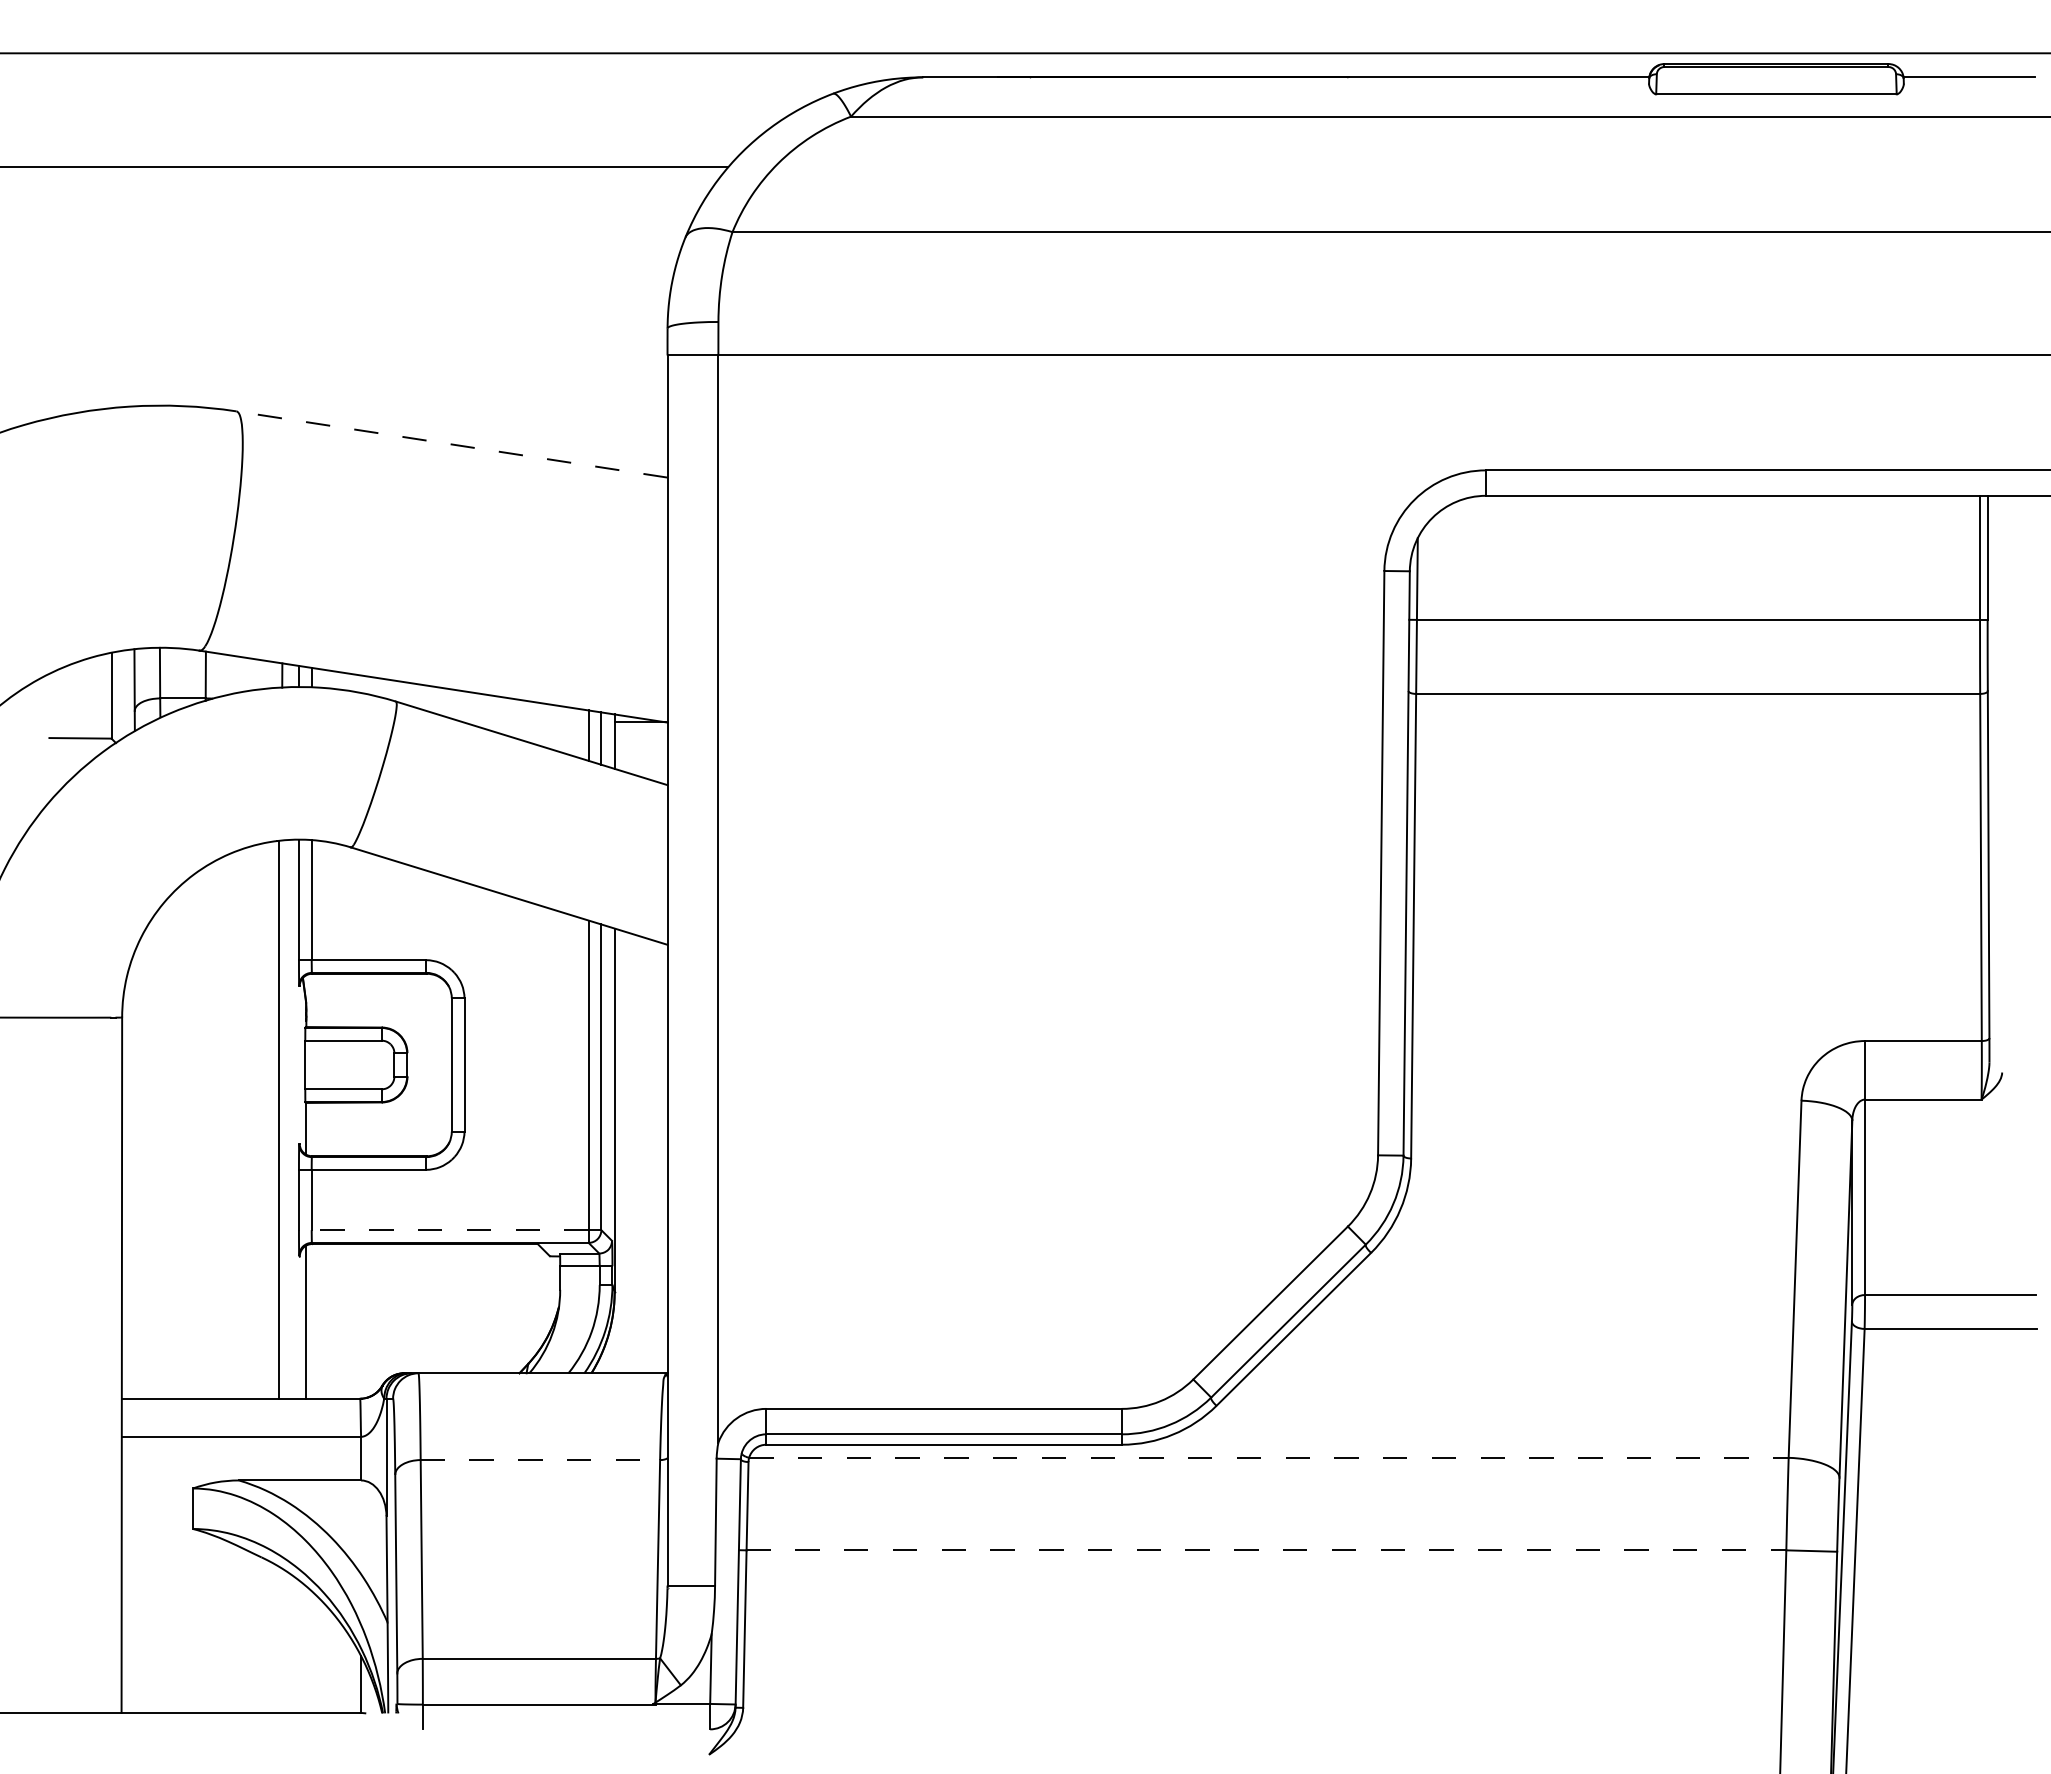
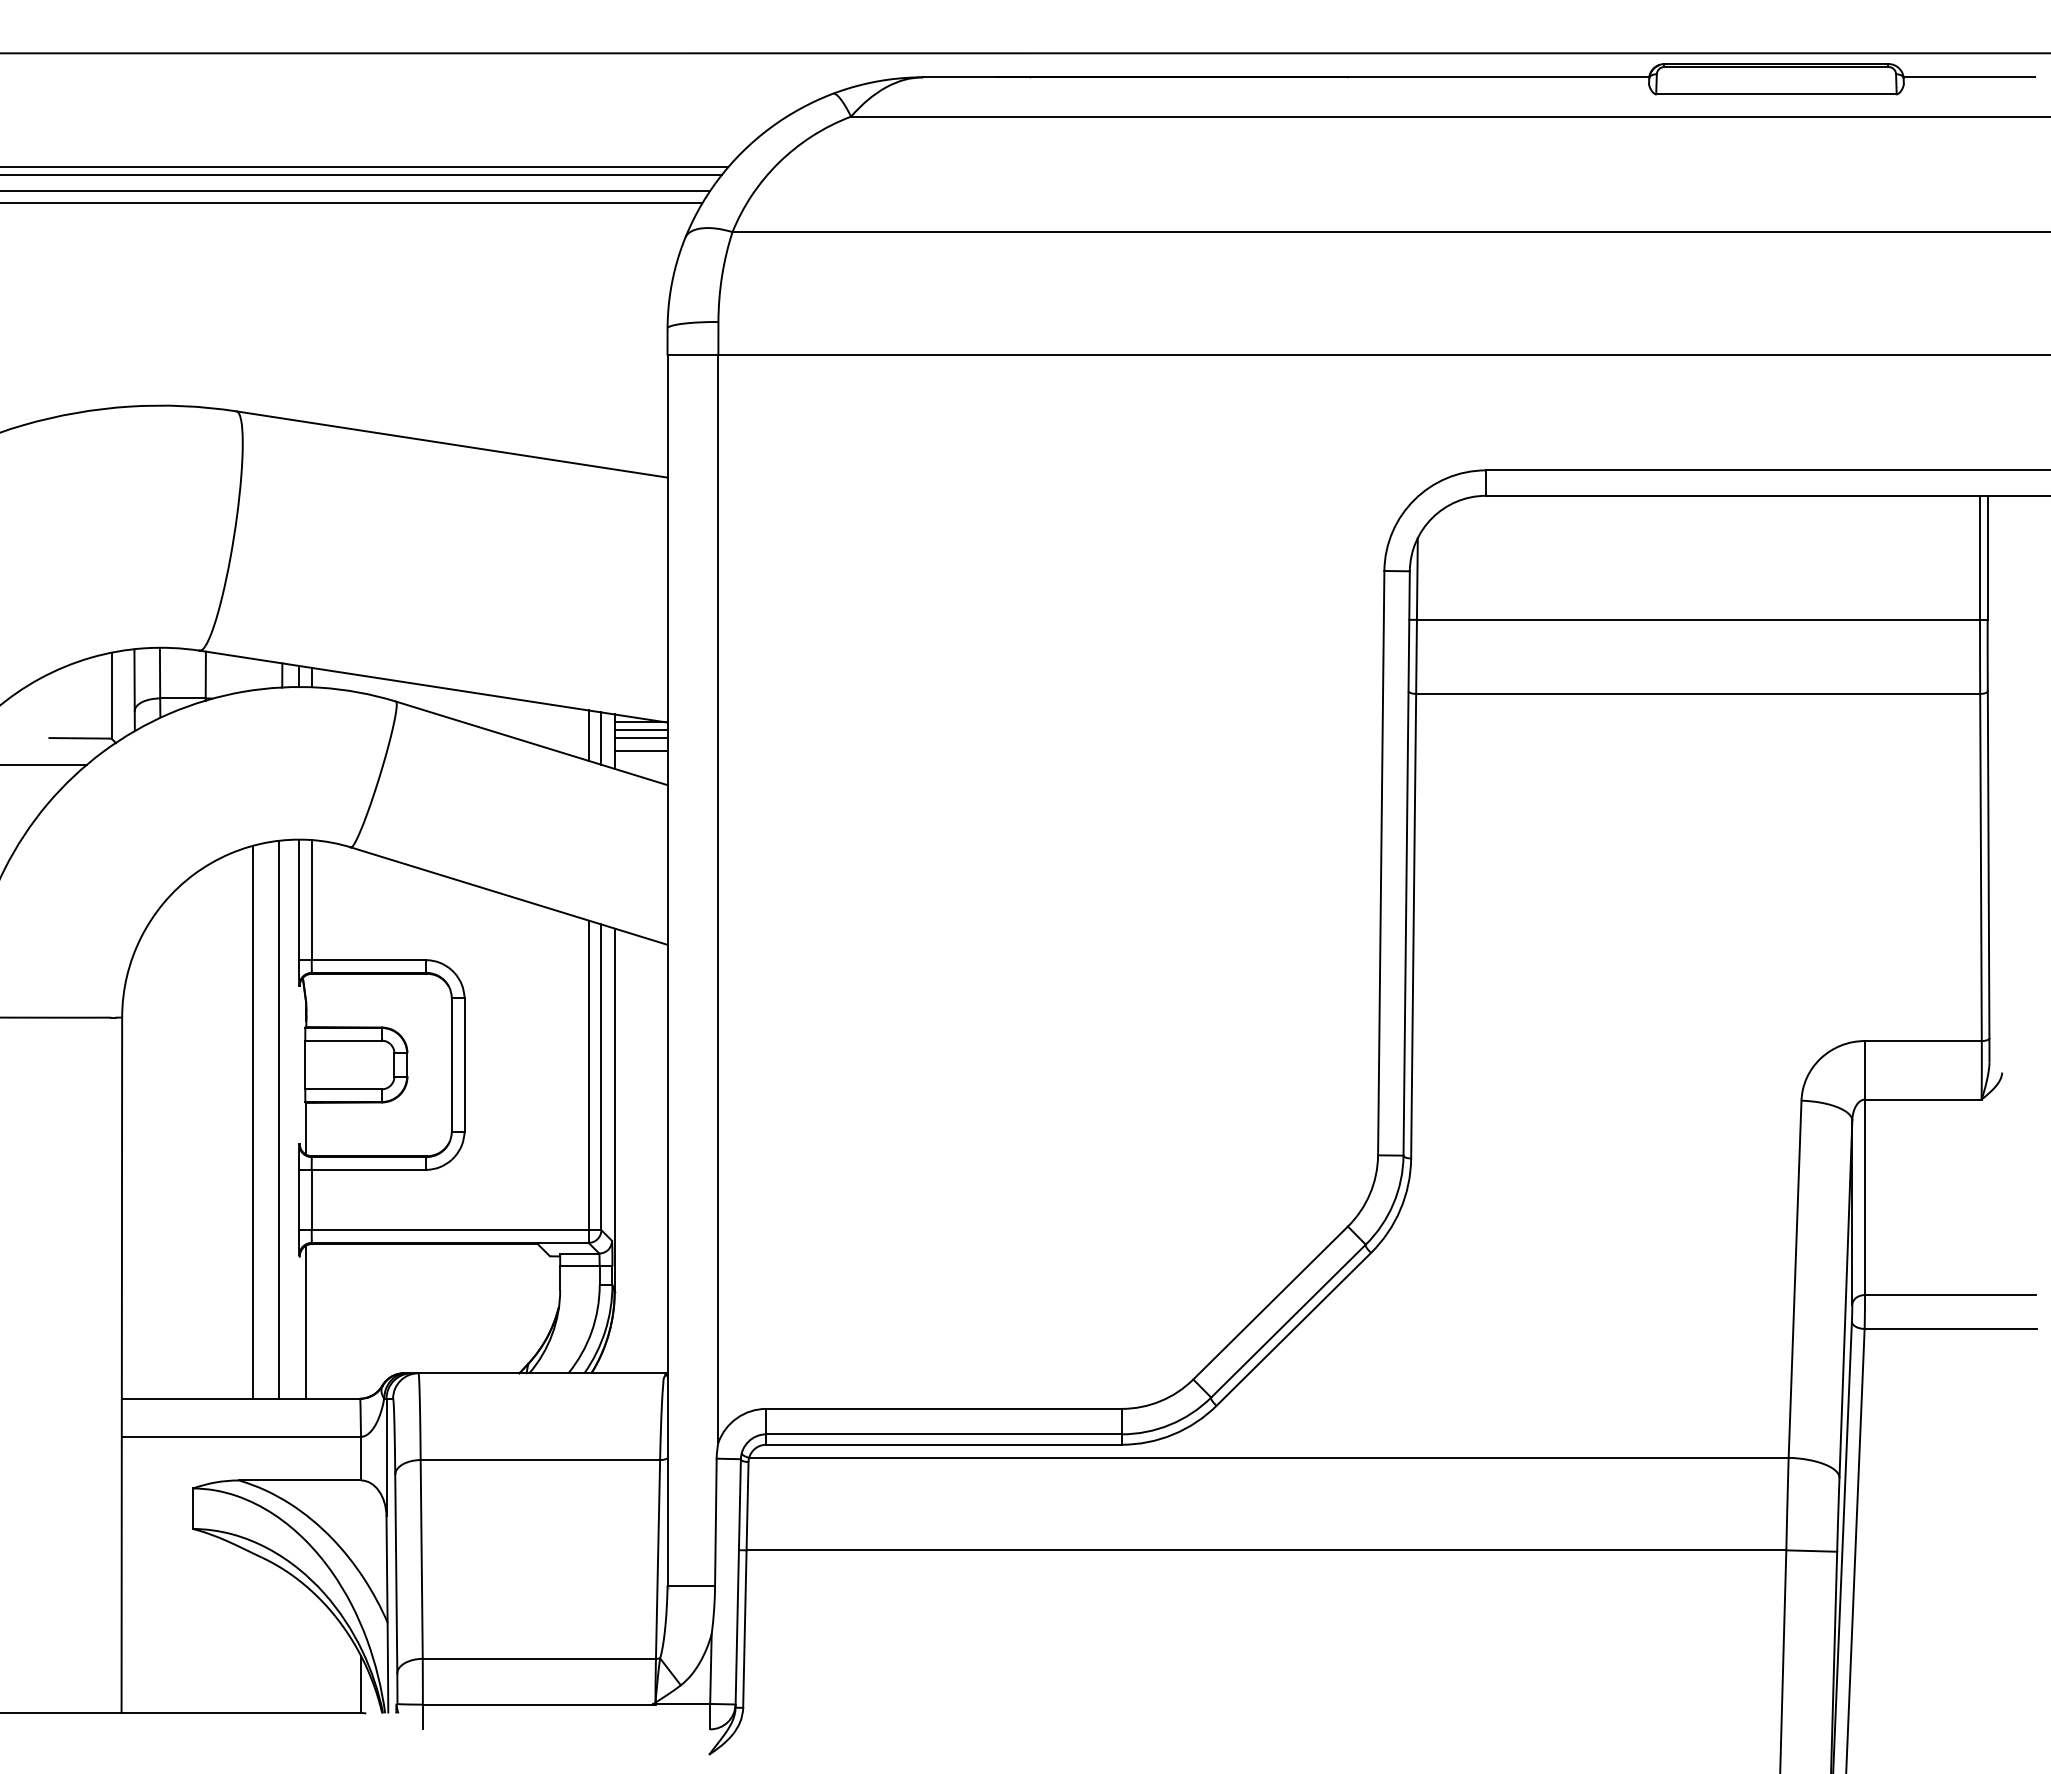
line at (362, 174): none -> present
line at (356, 190): none -> present
line at (352, 203): none -> present
line at (451, 444): dashed -> solid
line at (640, 729): none -> present
line at (640, 738): none -> present
line at (640, 751): none -> present
line at (44, 764): none -> present
line at (253, 1121): none -> present
line at (443, 1230): dashed -> solid
line at (1268, 1457): dashed -> solid
line at (540, 1460): dashed -> solid
line at (1266, 1550): dashed -> solid
